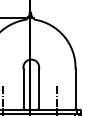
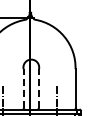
line at (23, 88): solid -> dashed
line at (39, 88): solid -> dashed
